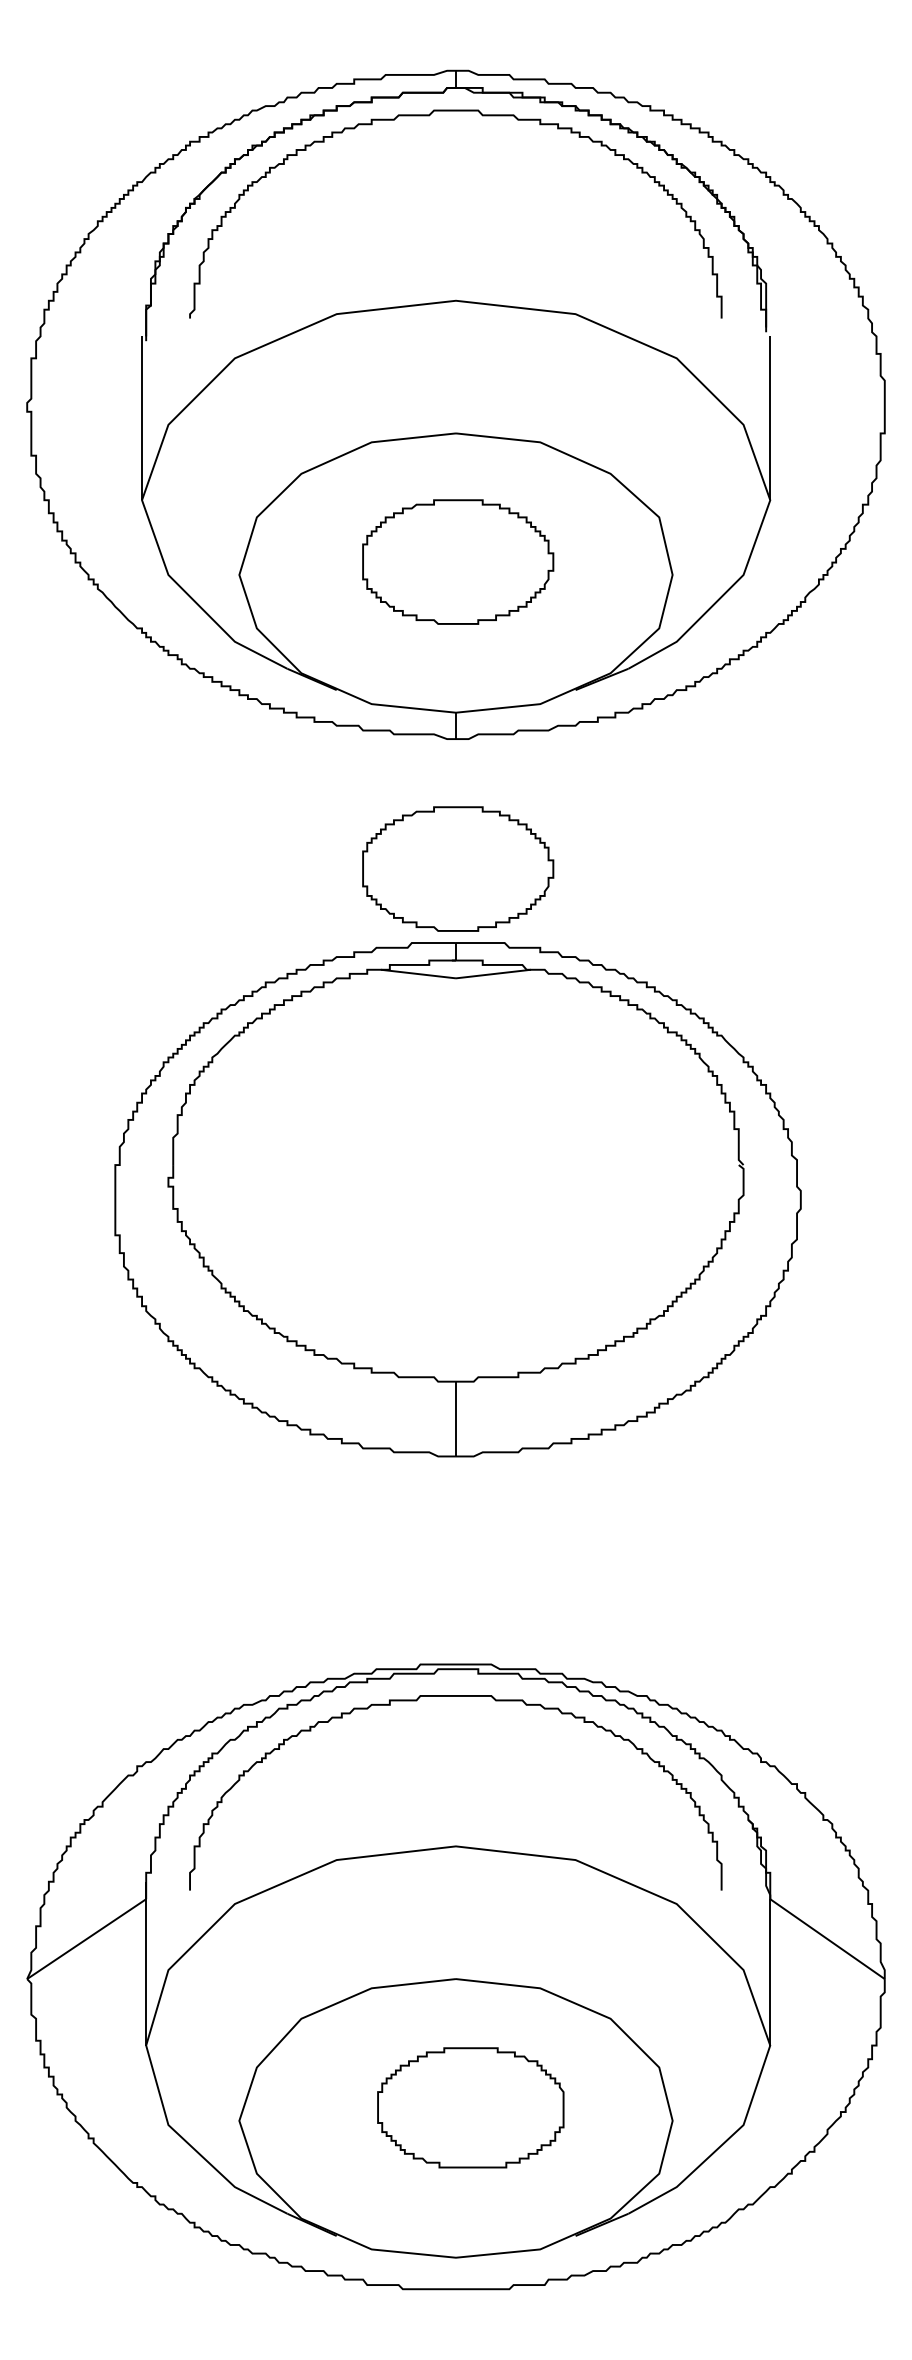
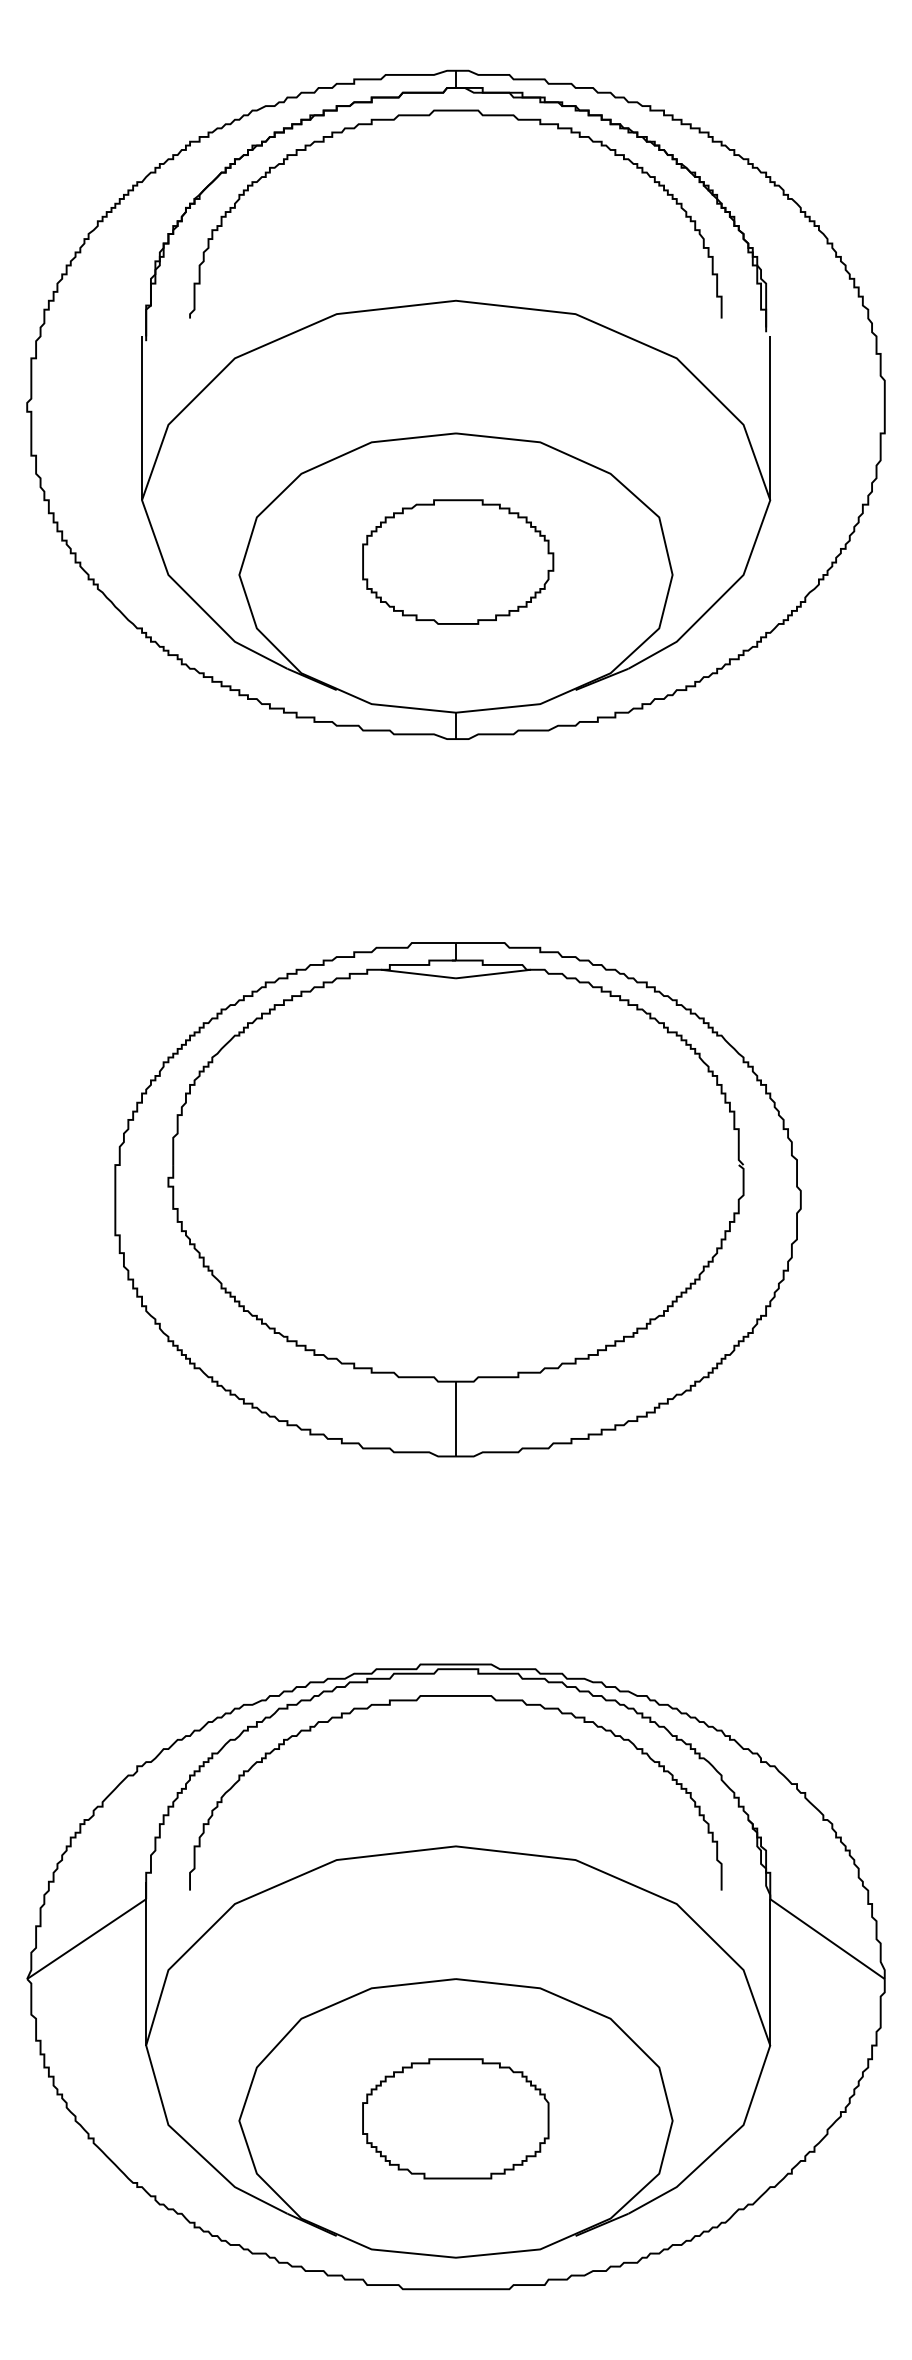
part at (458, 868): present -> none
part at (470, 2107) position: (470, 2107) -> (455, 2118)
